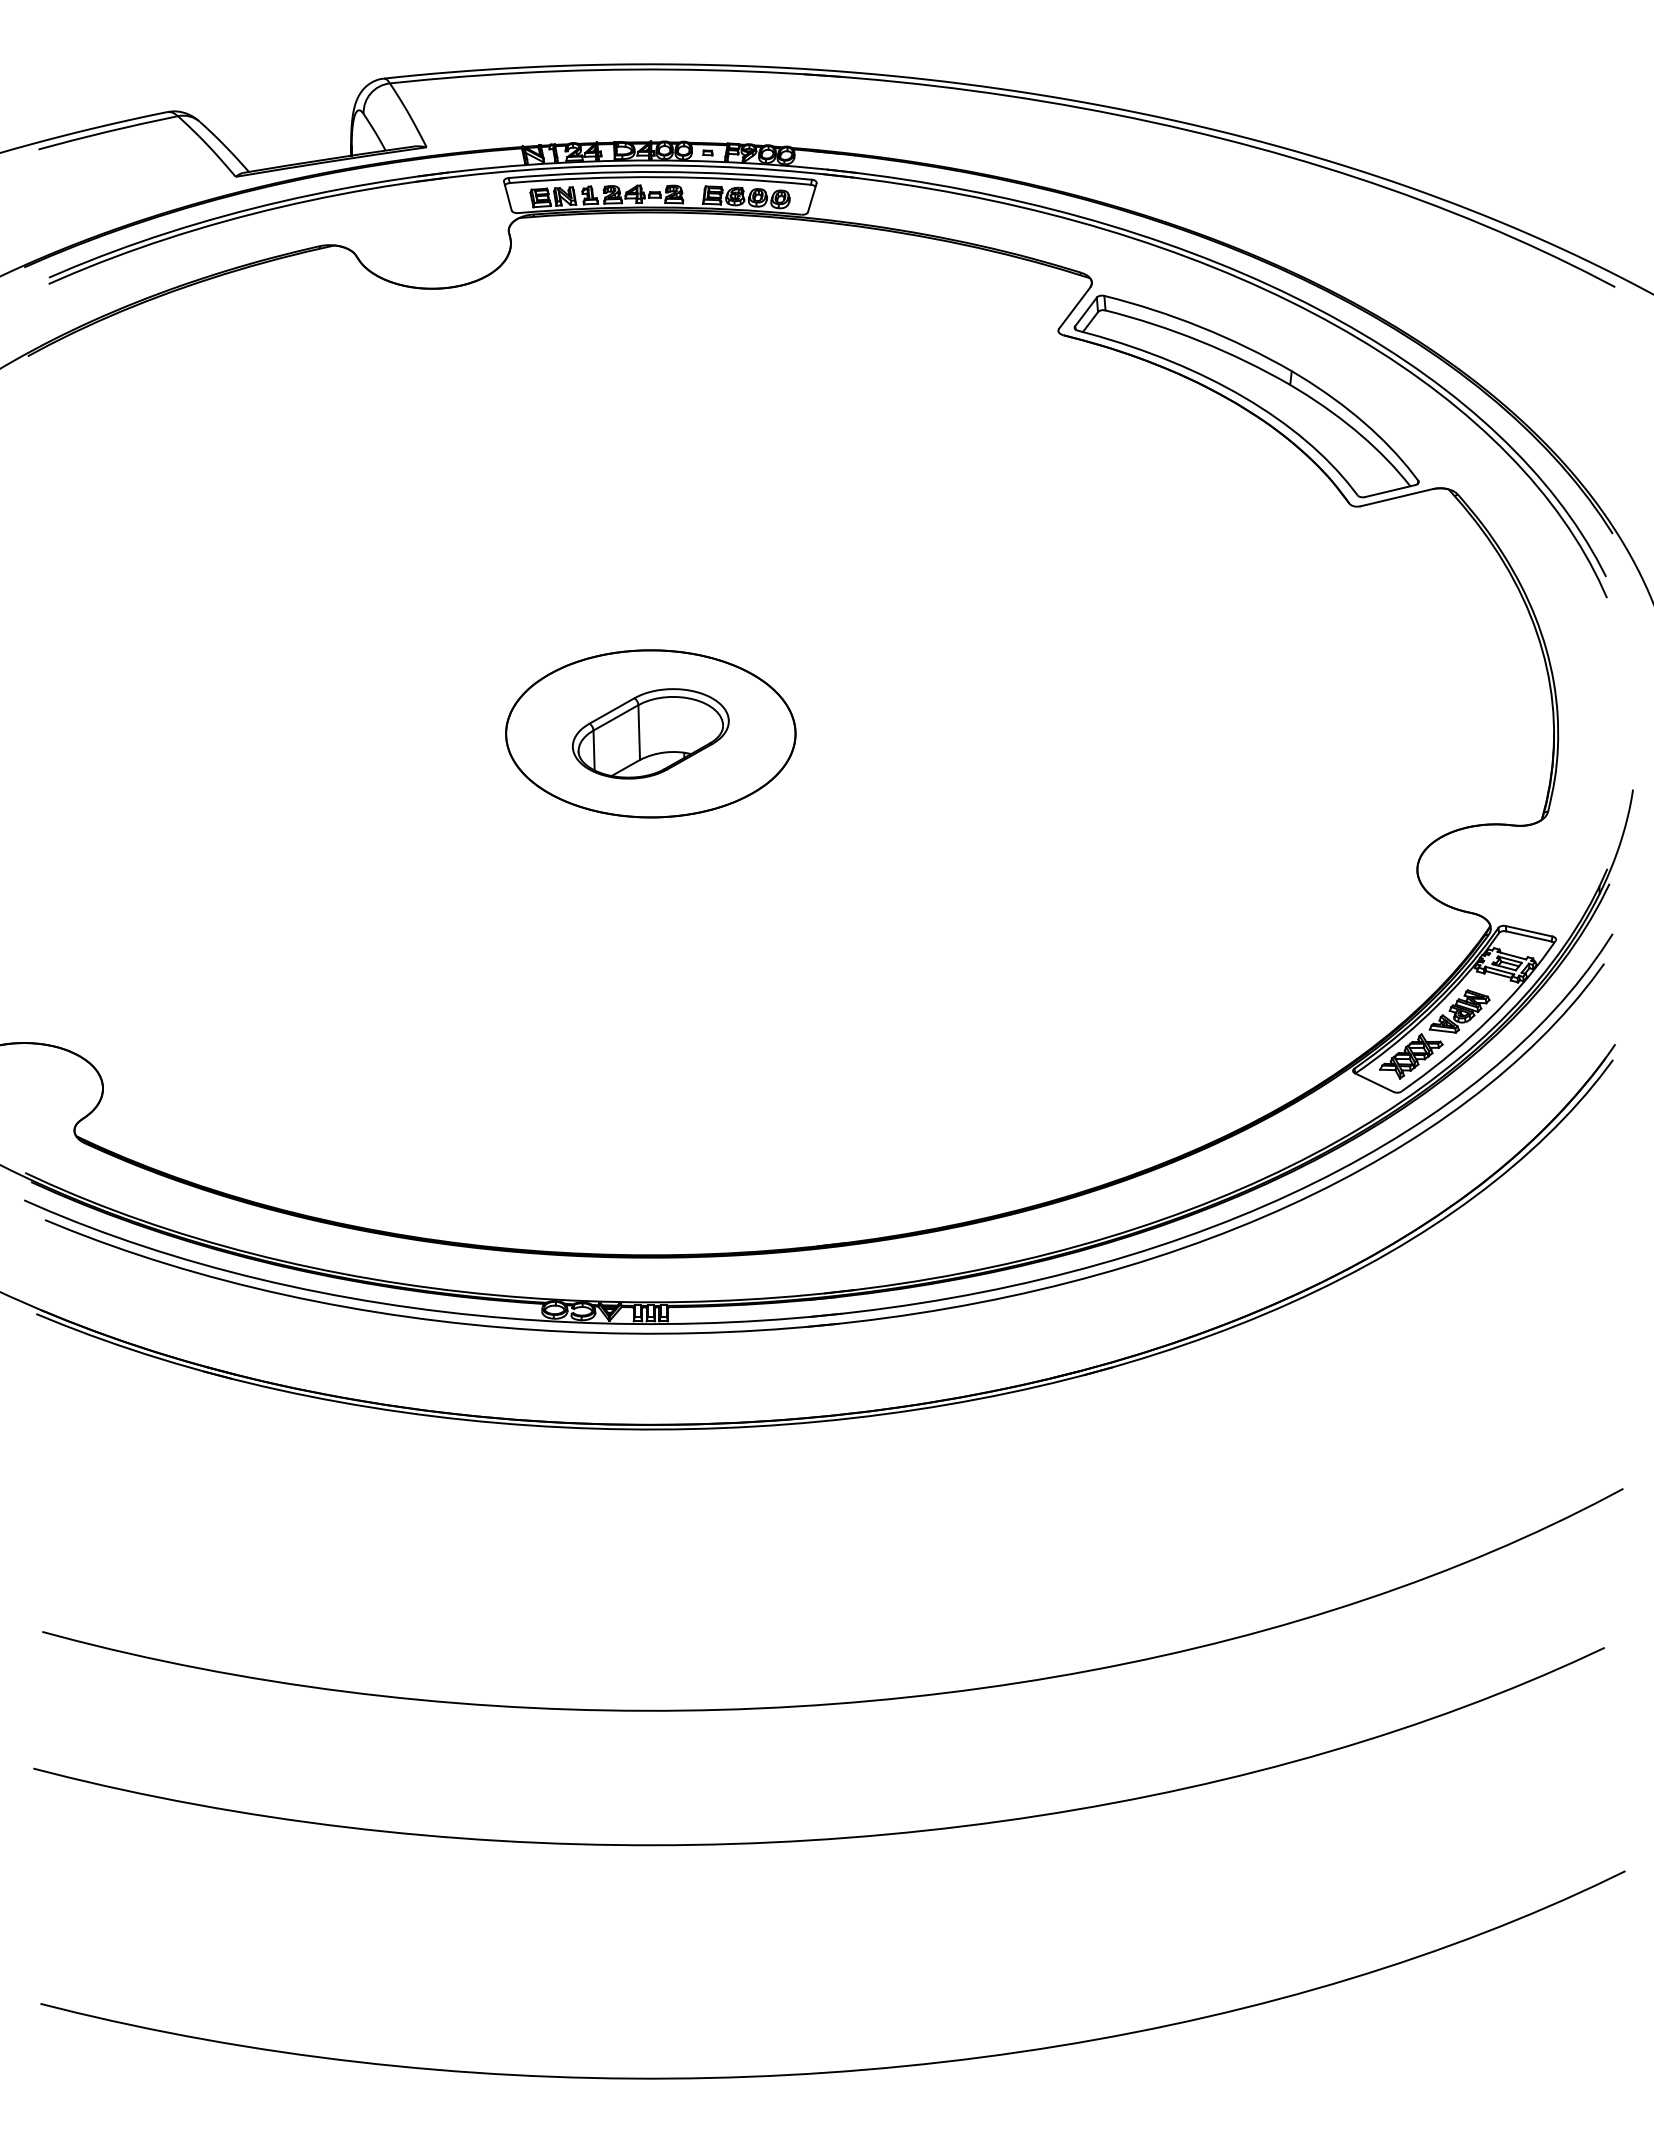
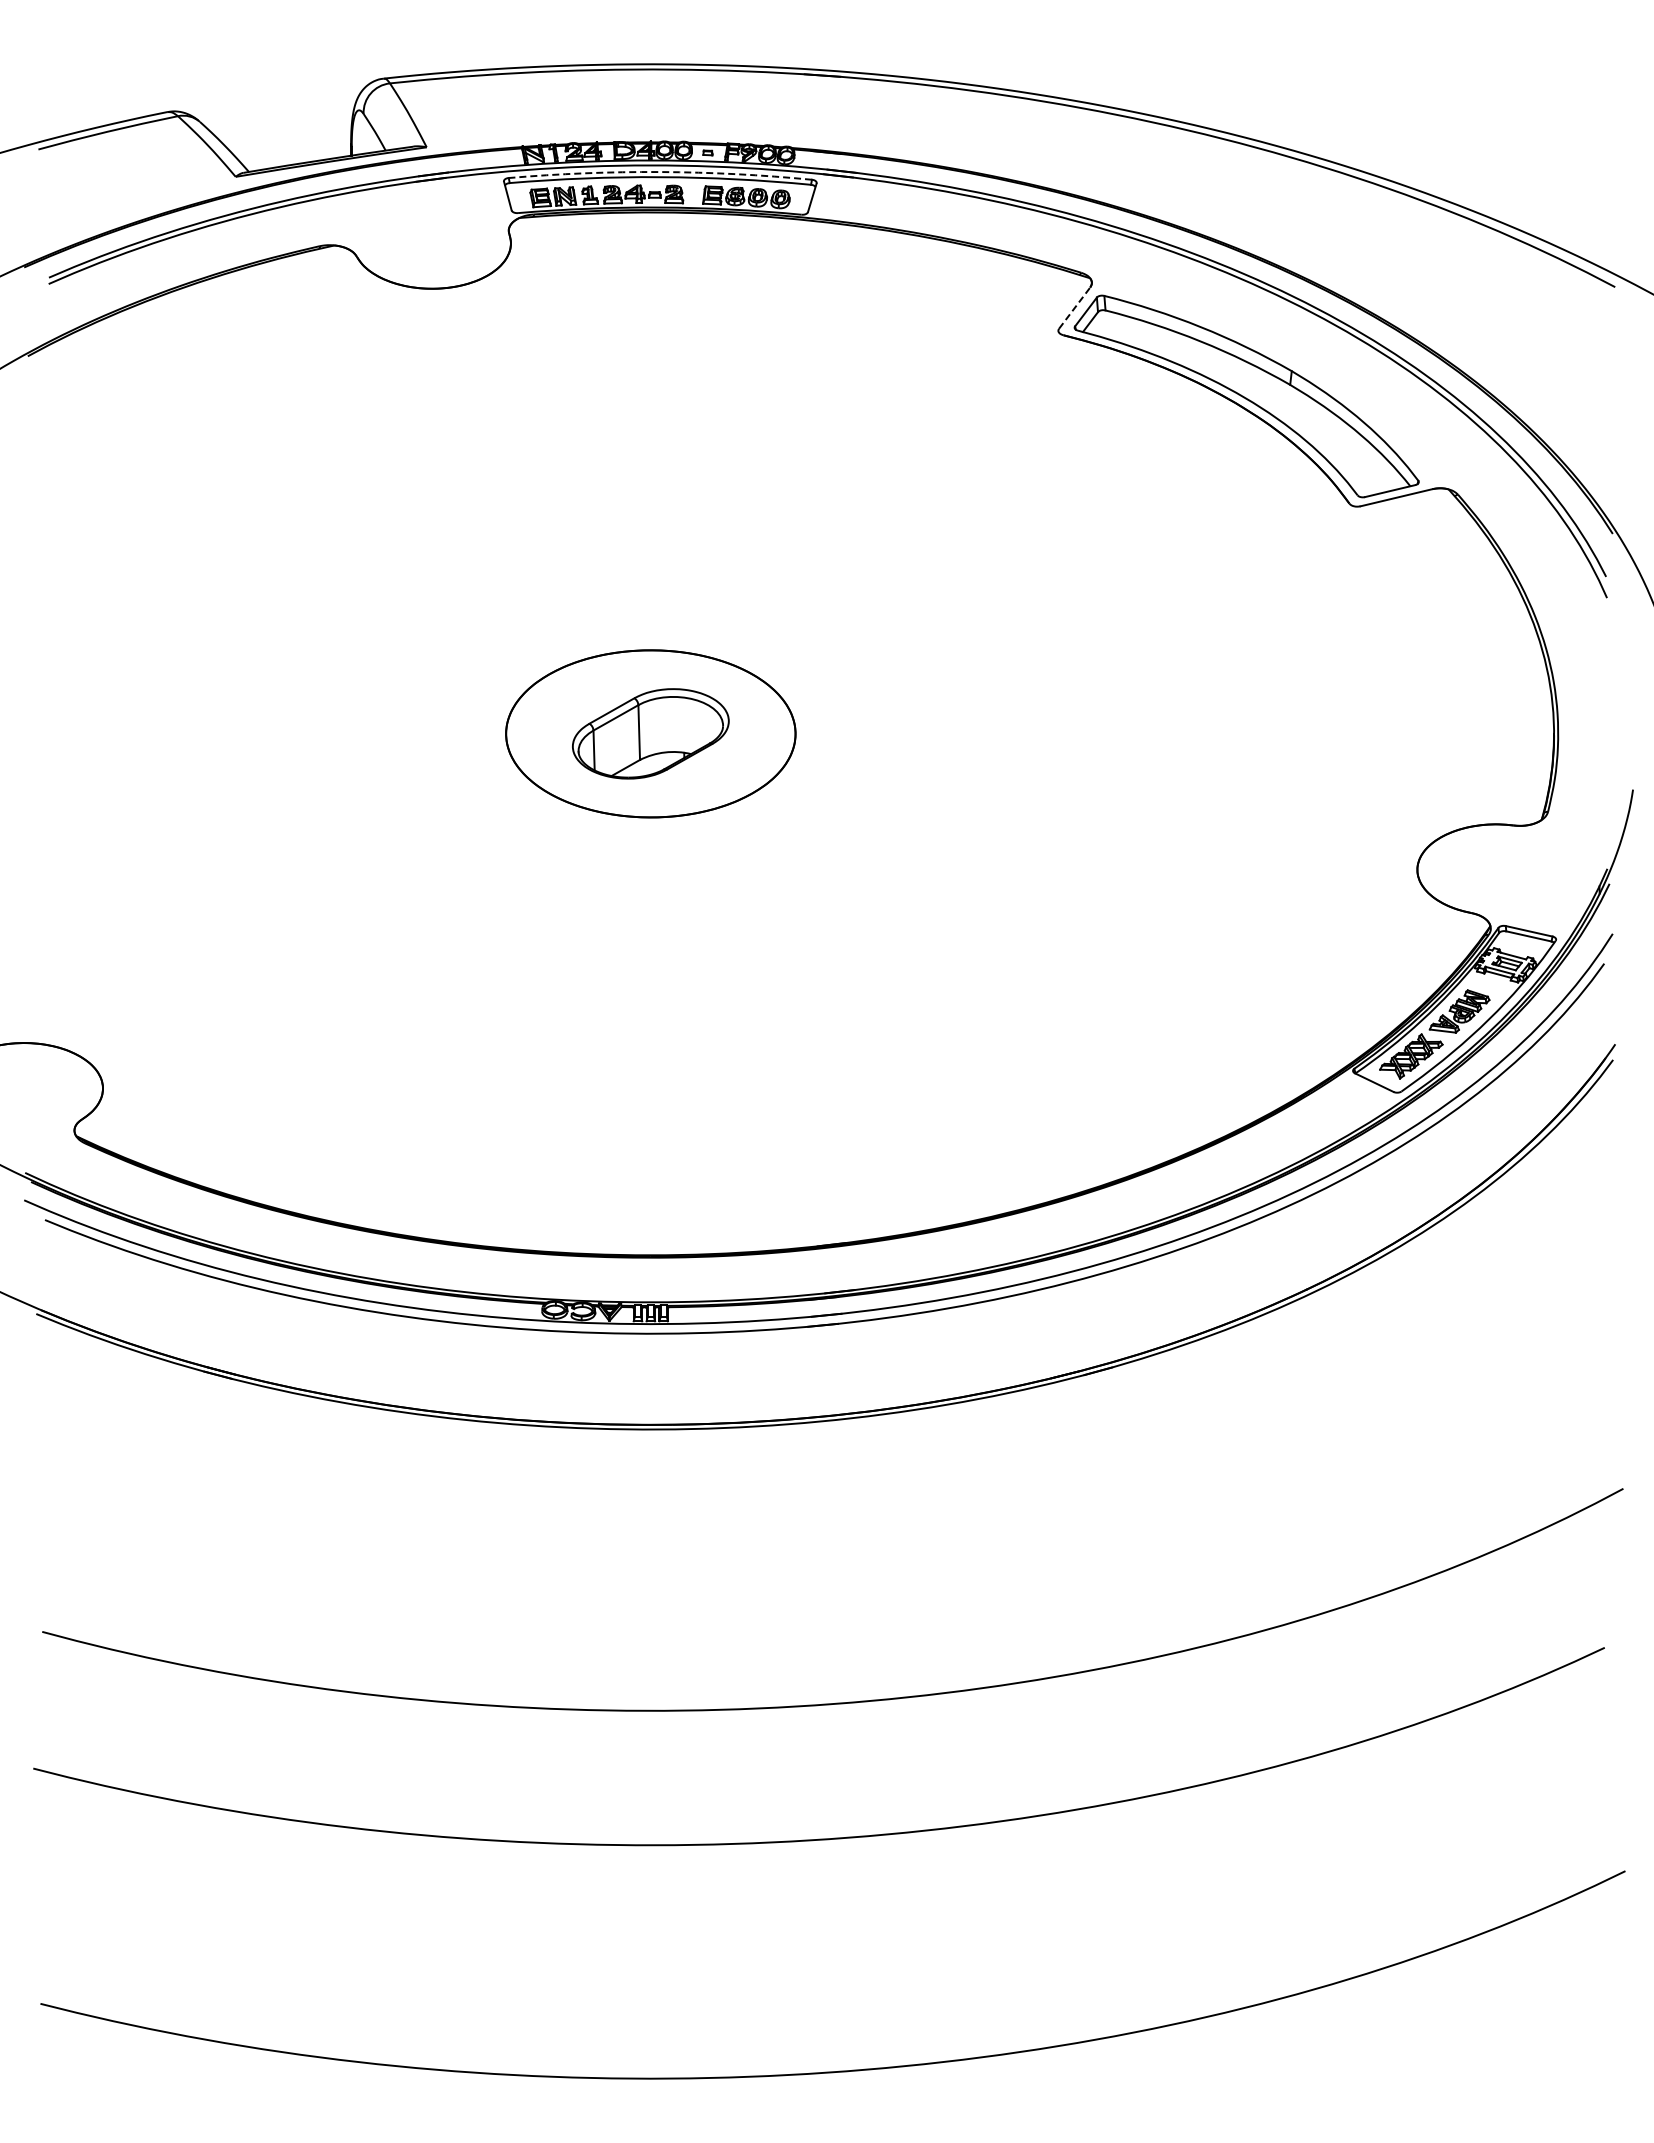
arc at (660, 172): solid -> dashed
line at (1074, 308): solid -> dashed
